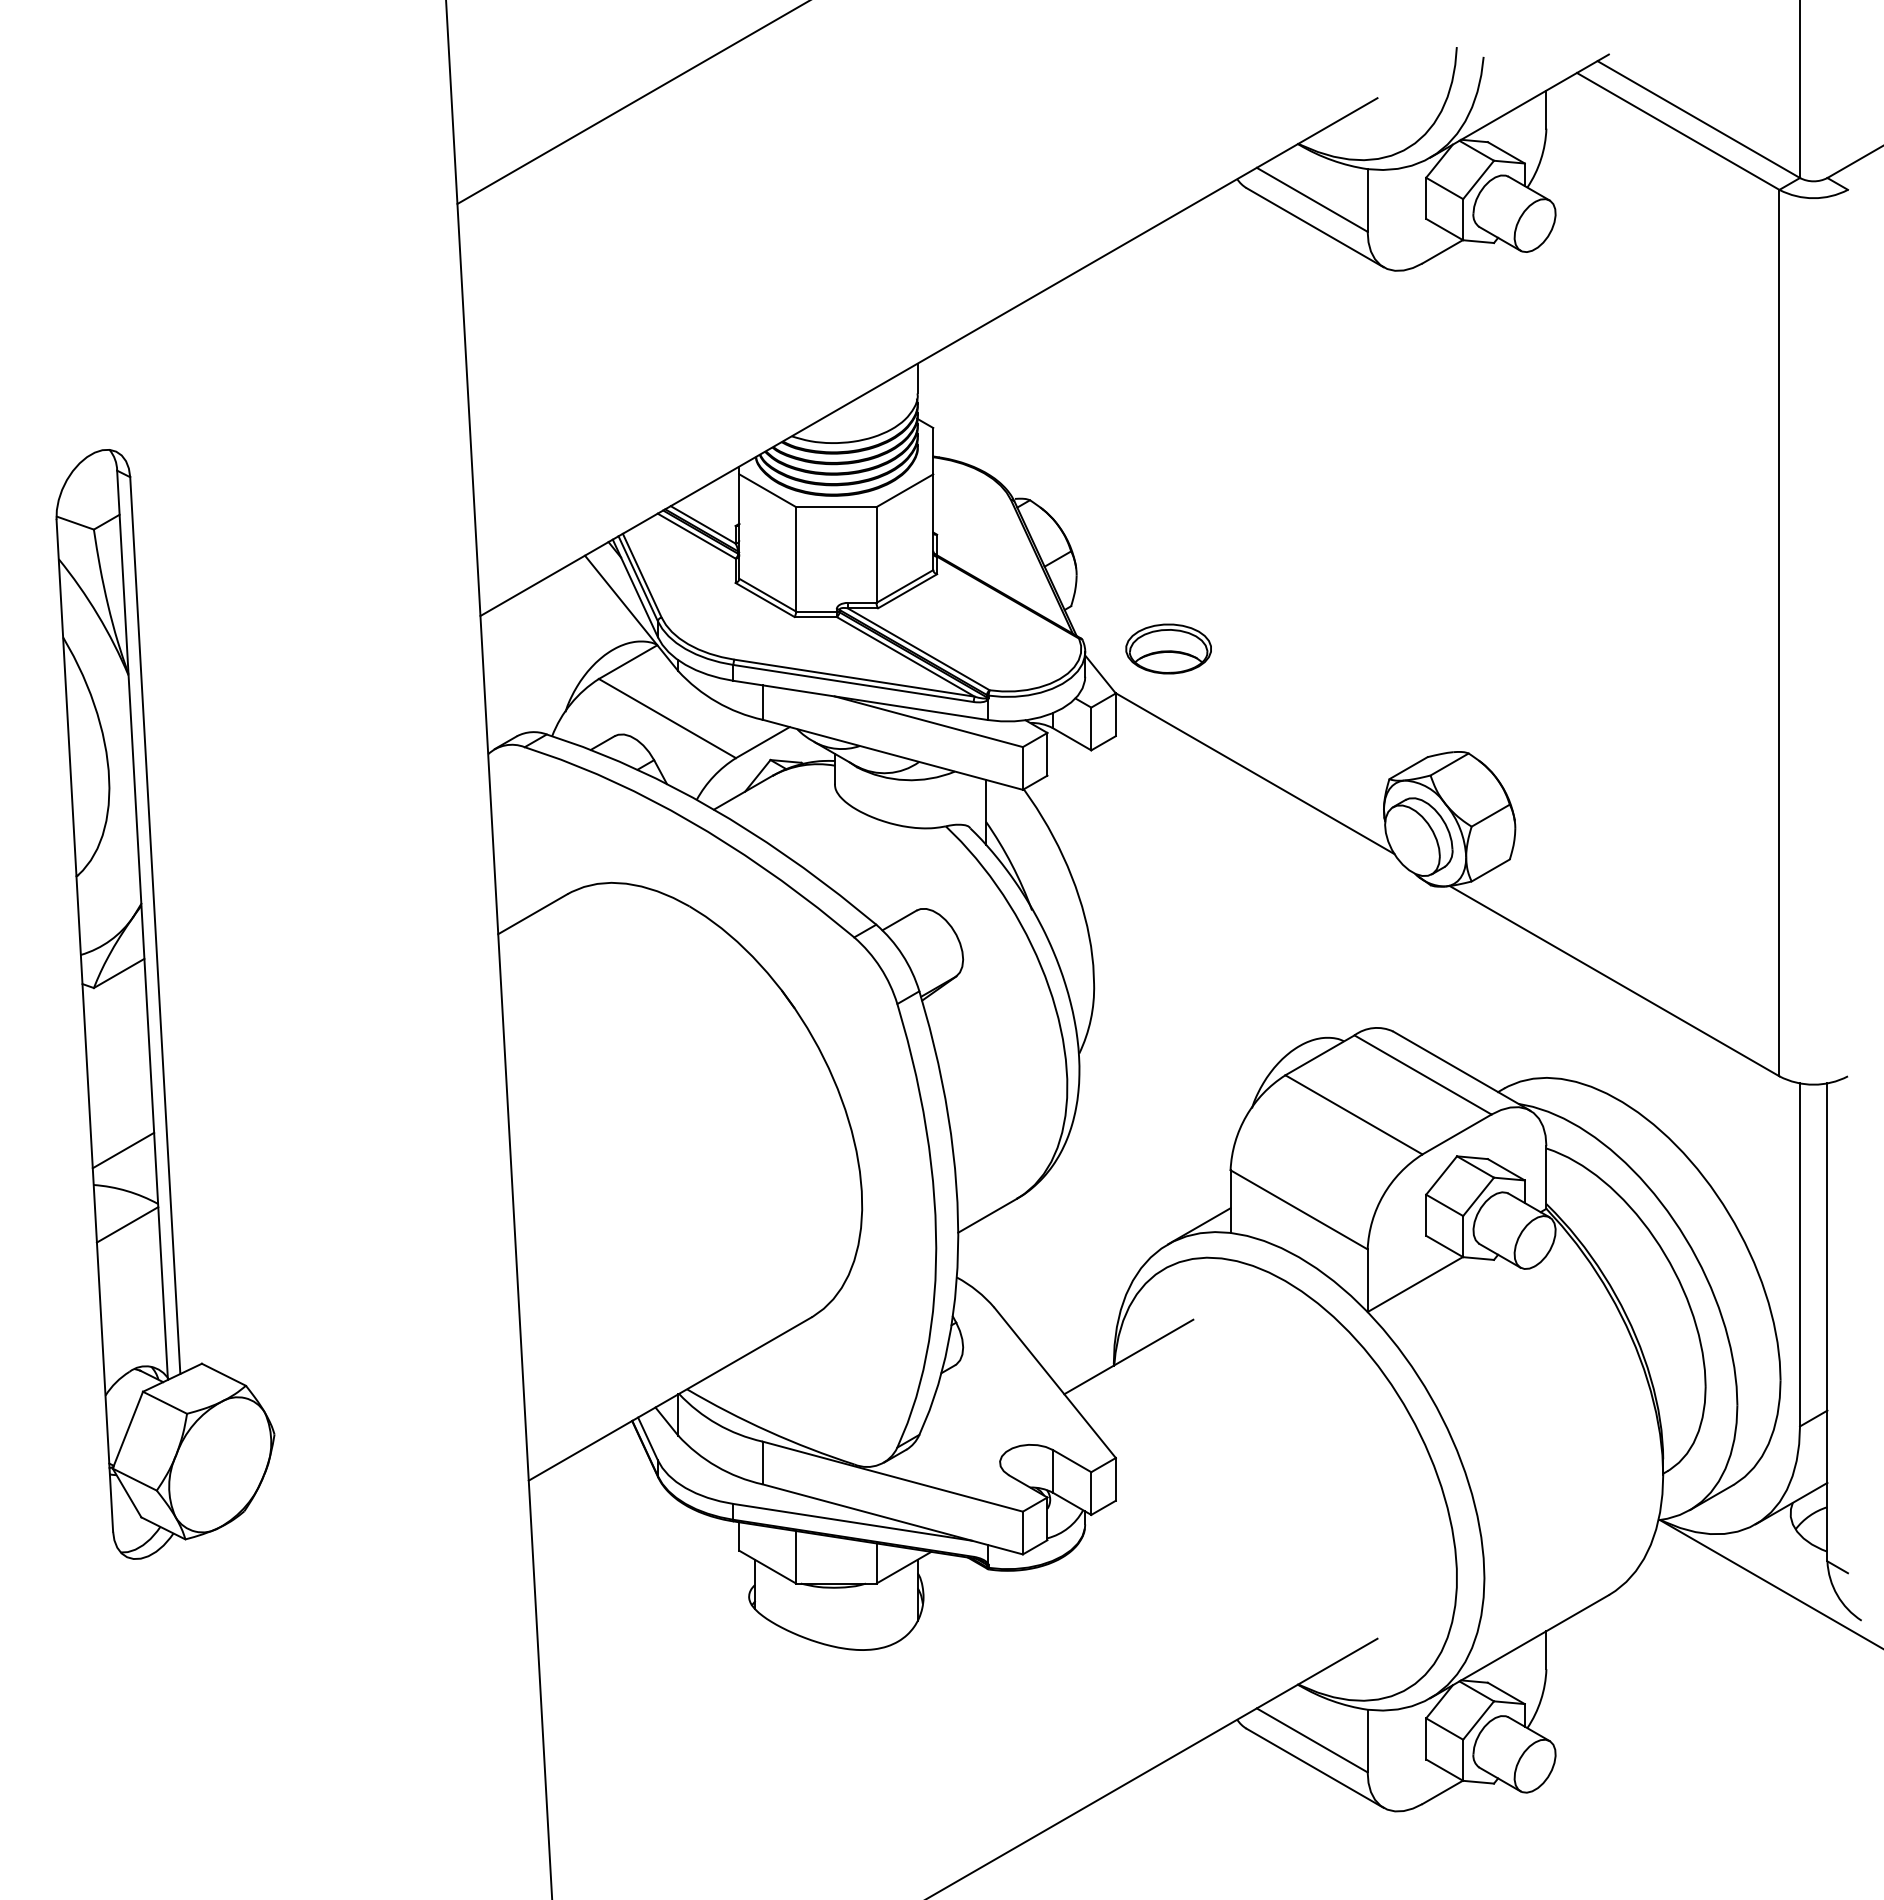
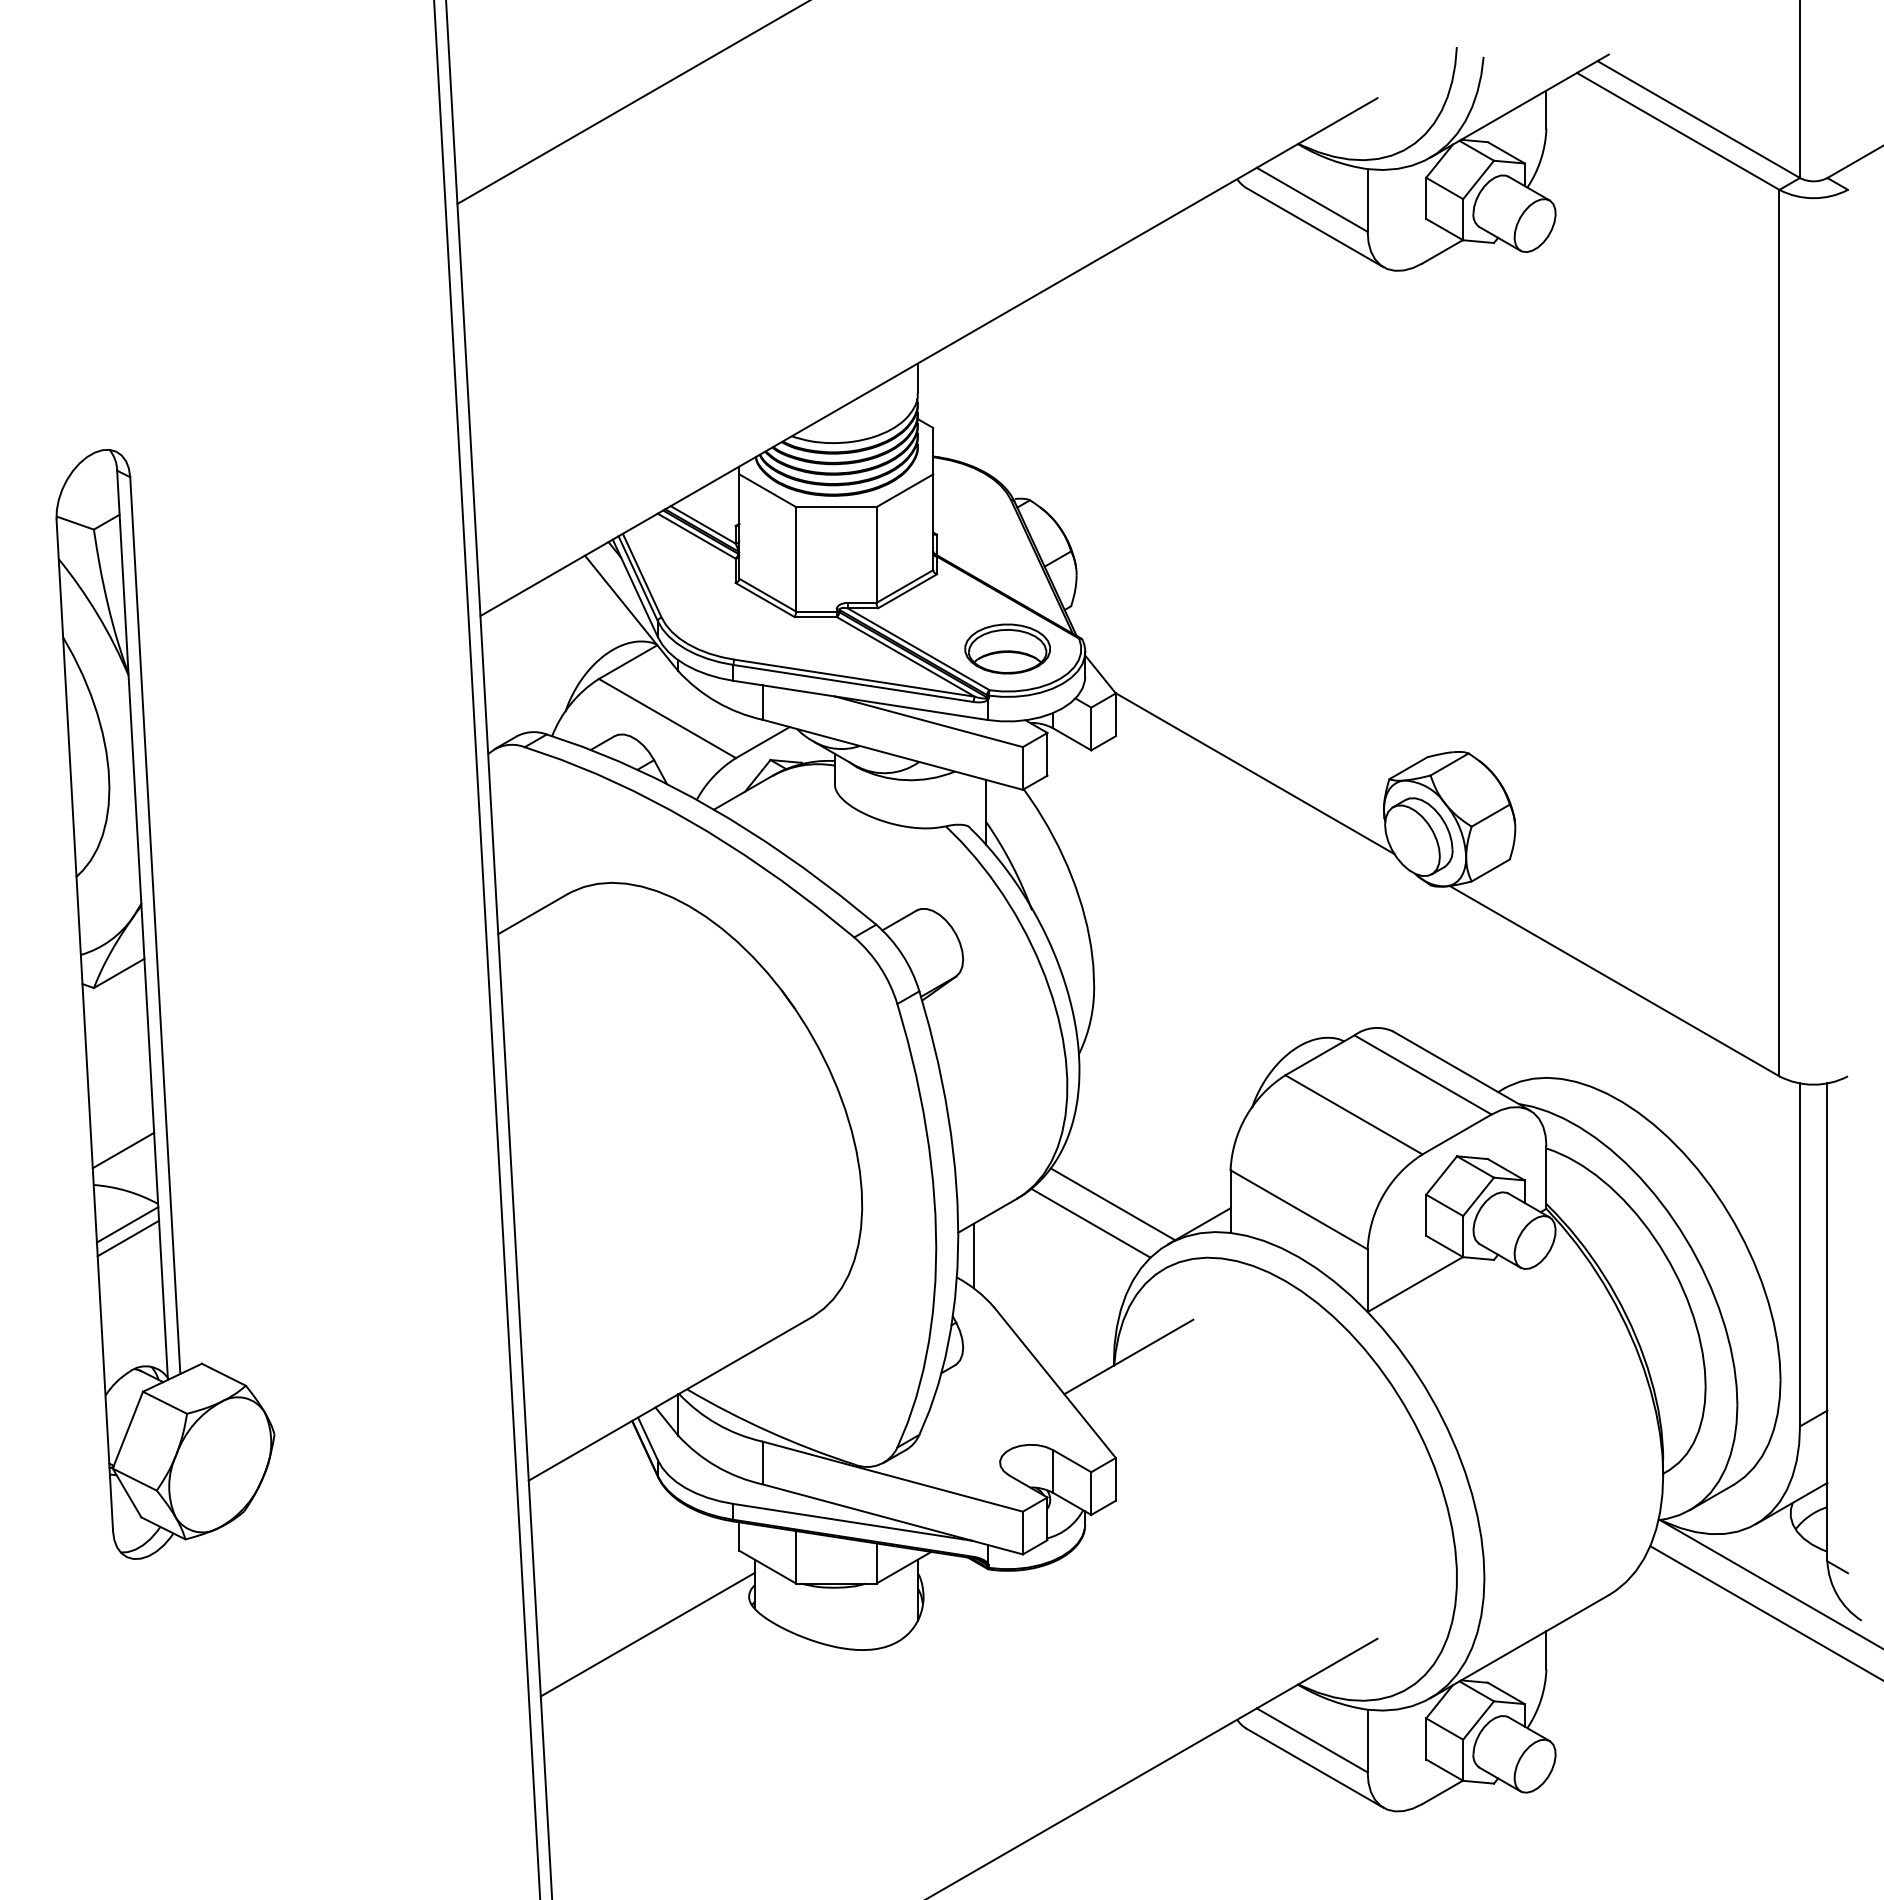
part at (1168, 648) position: (1168, 648) -> (1007, 648)
line at (487, 949): none -> present
line at (1112, 1204): none -> present
line at (1090, 1222): none -> present
line at (128, 1238): none -> present
line at (973, 1255): none -> present
line at (1765, 1612): none -> present
line at (647, 1634): none -> present
